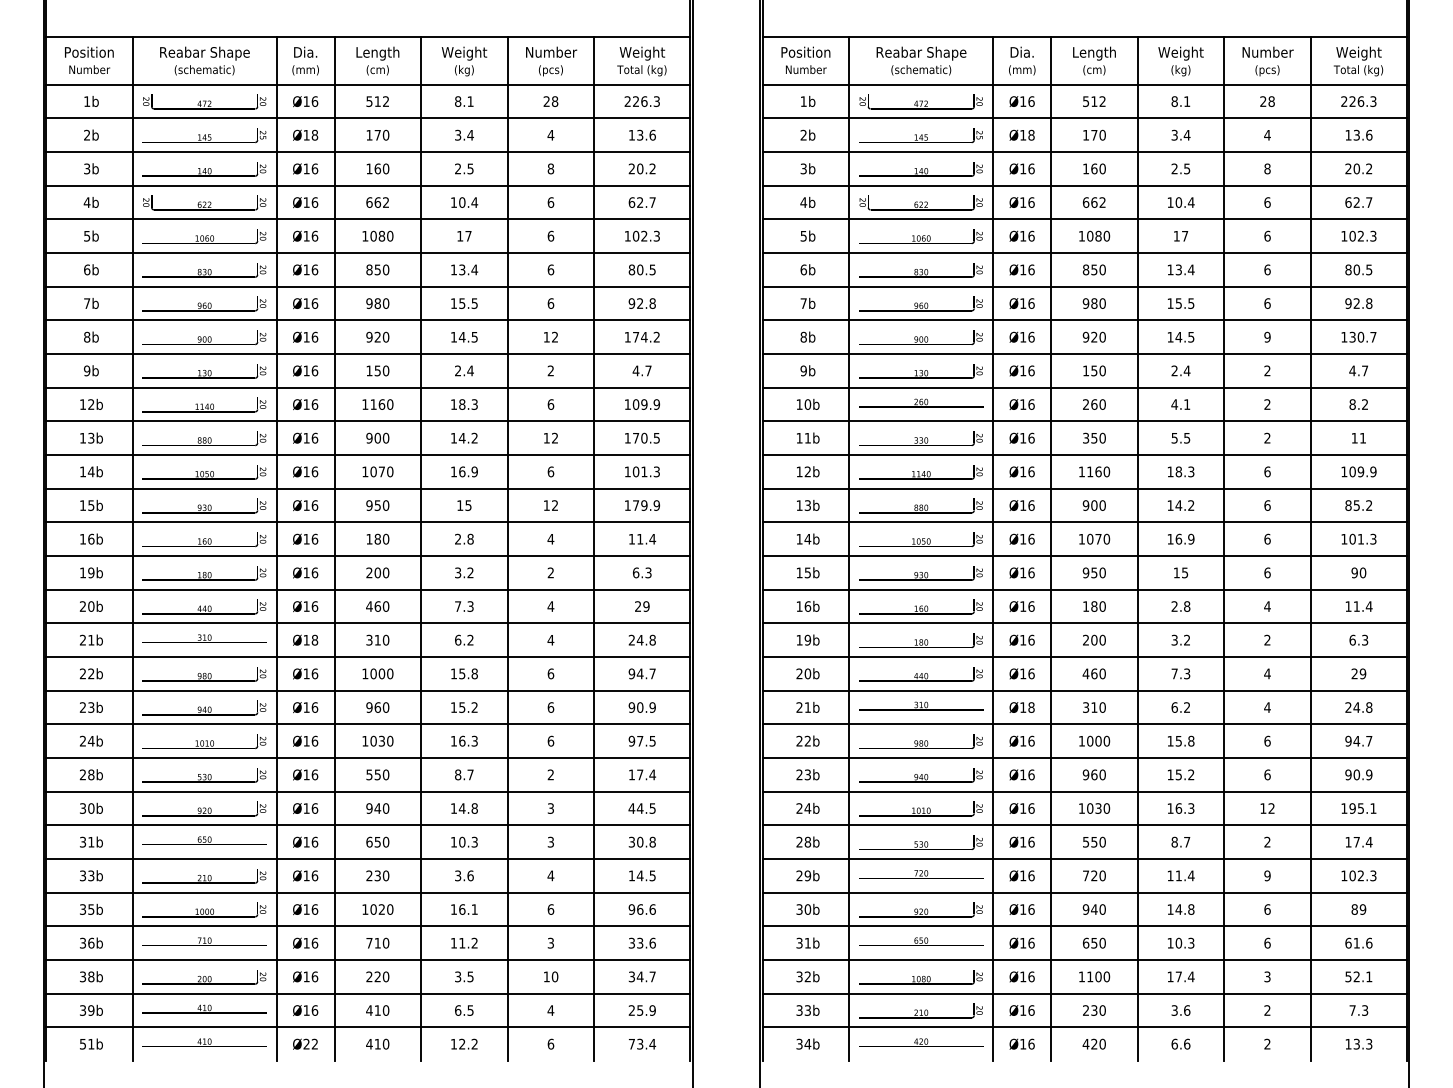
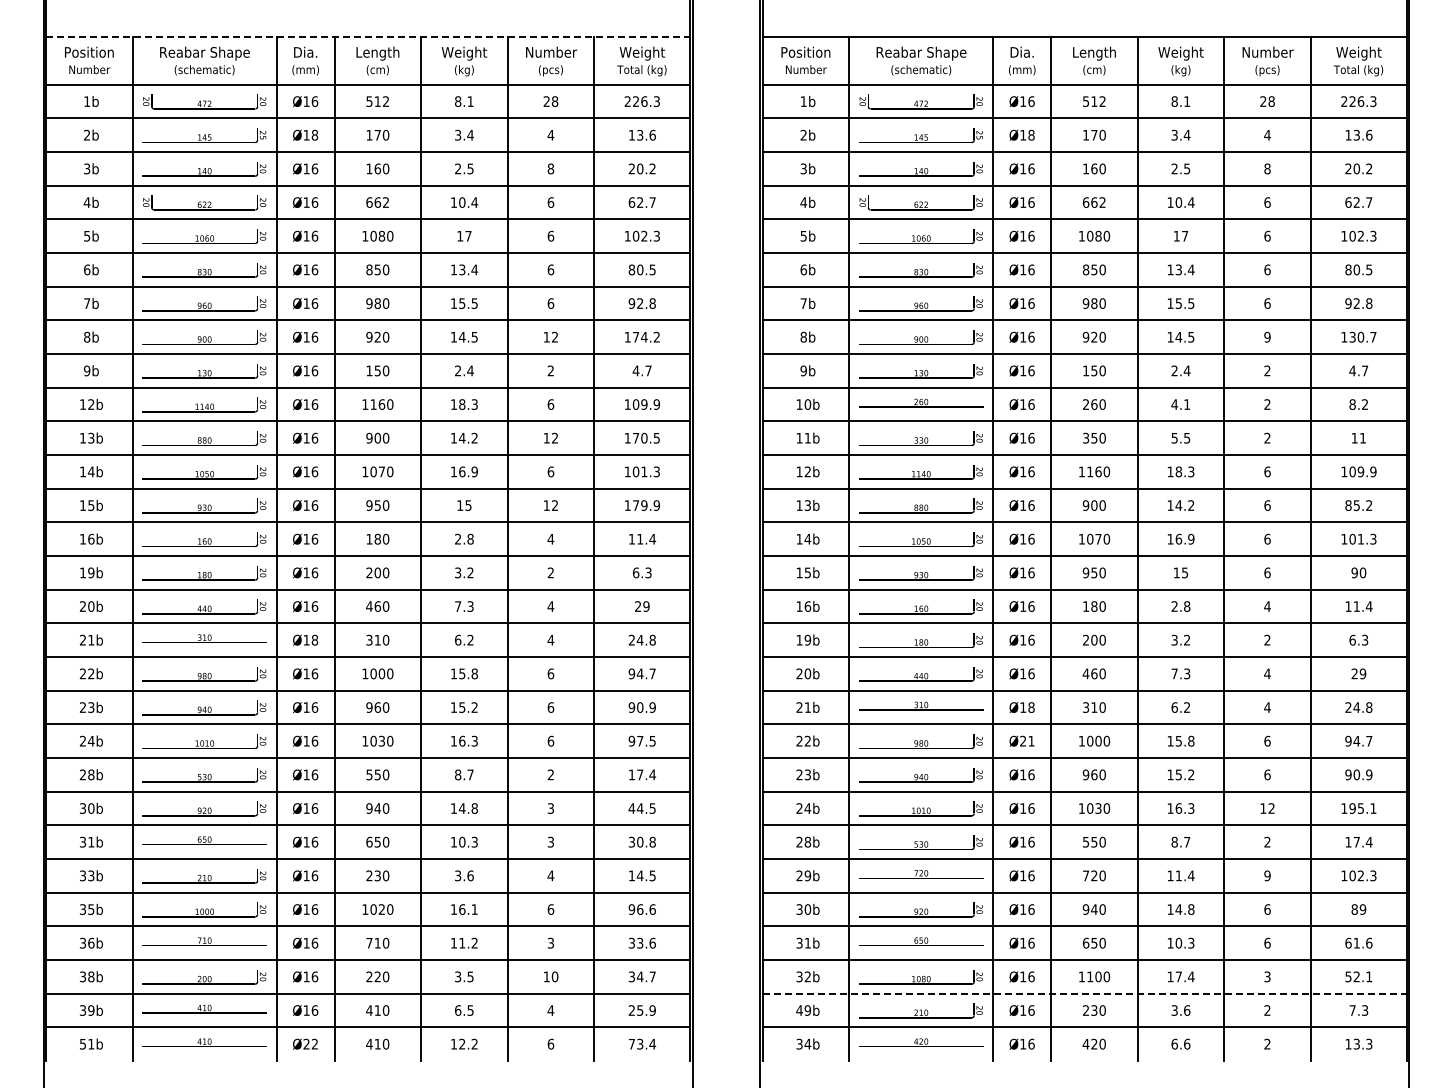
line at (368, 36): solid -> dashed
text at (1027, 740): Ø16 -> Ø21
line at (1085, 993): solid -> dashed
text at (803, 1010): 33b -> 49b
